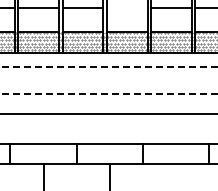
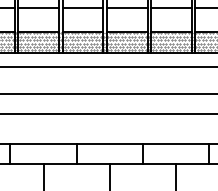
line at (126, 7): none -> present
line at (108, 67): dashed -> solid
line at (108, 93): dashed -> solid
line at (176, 175): none -> present
